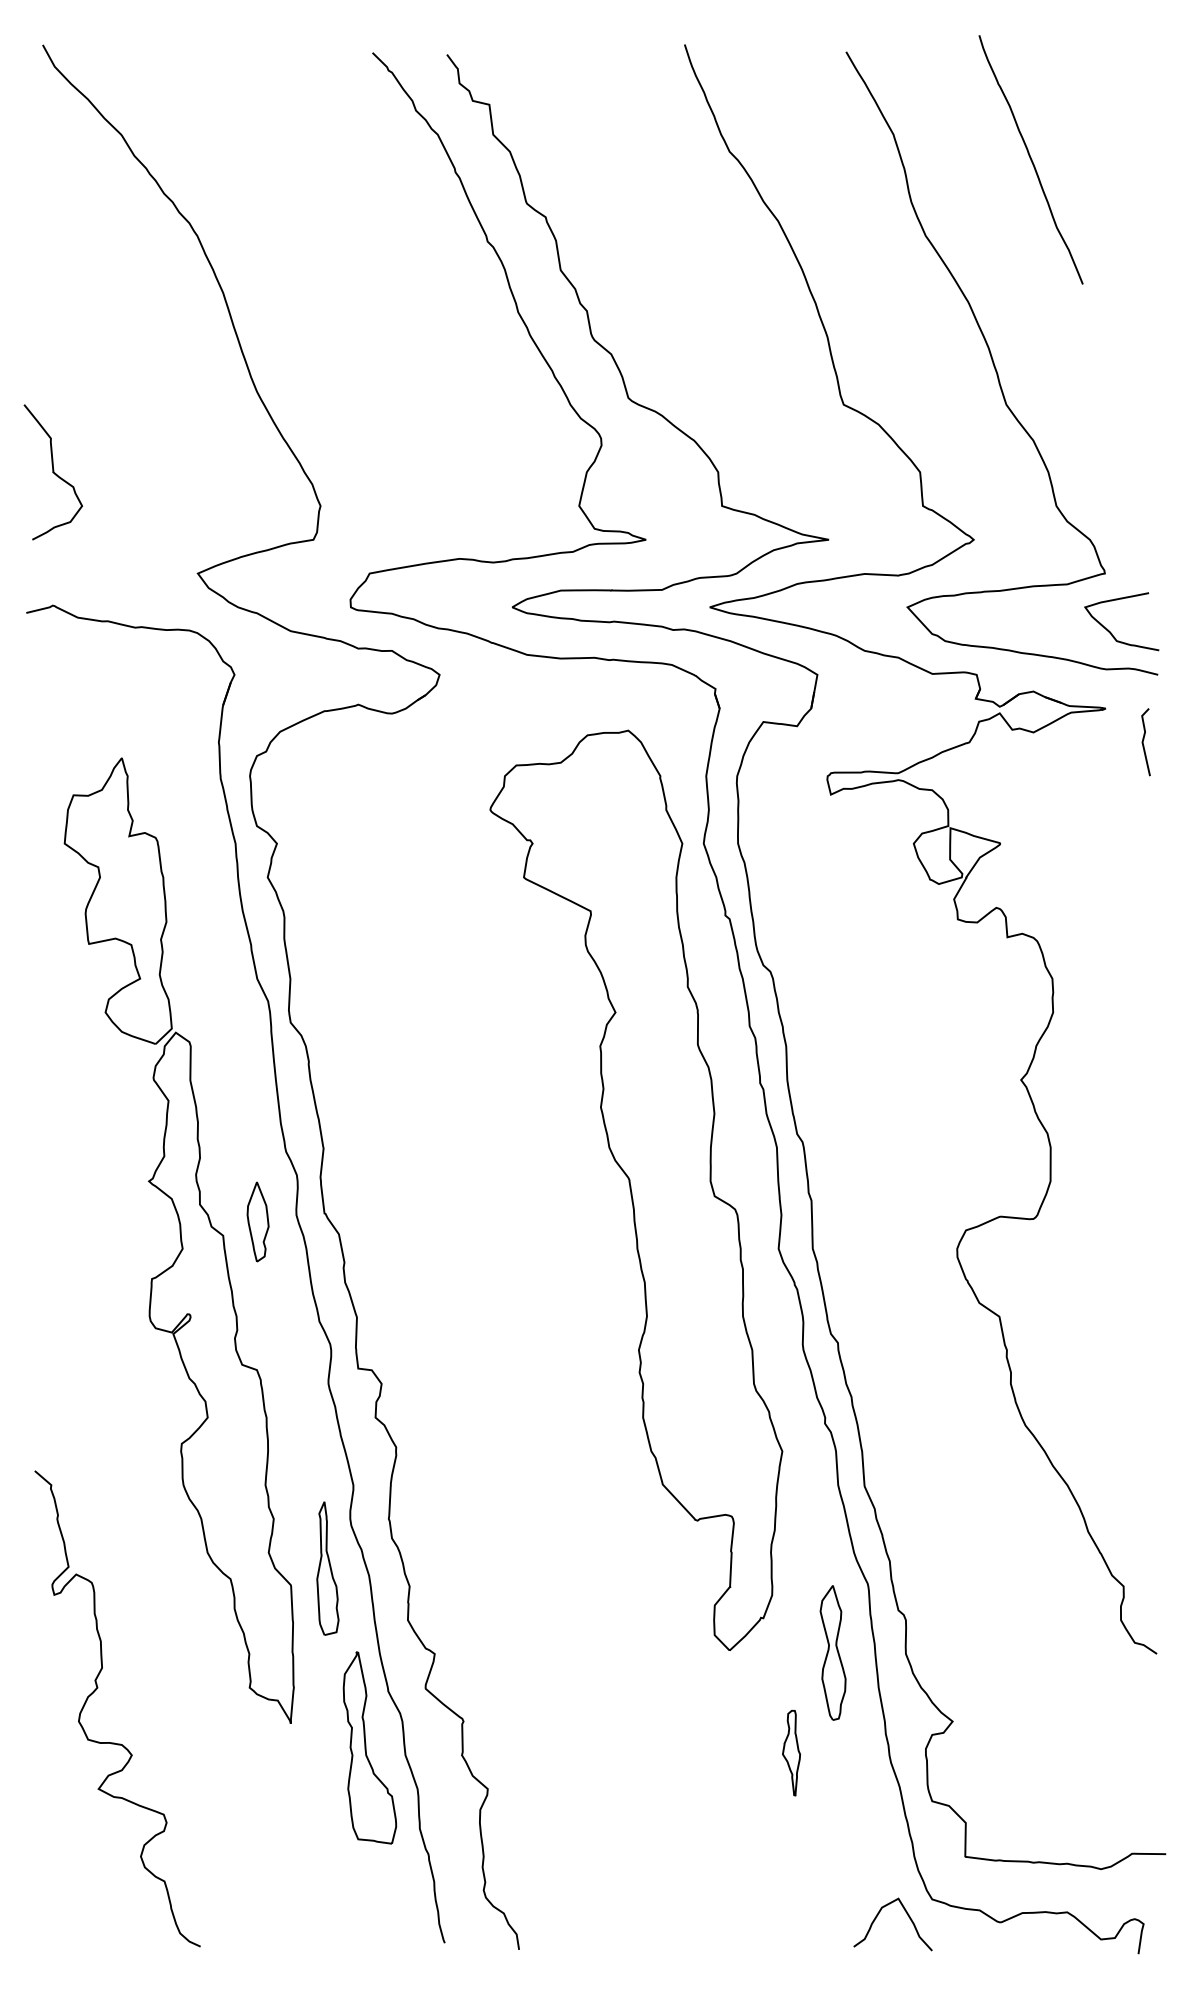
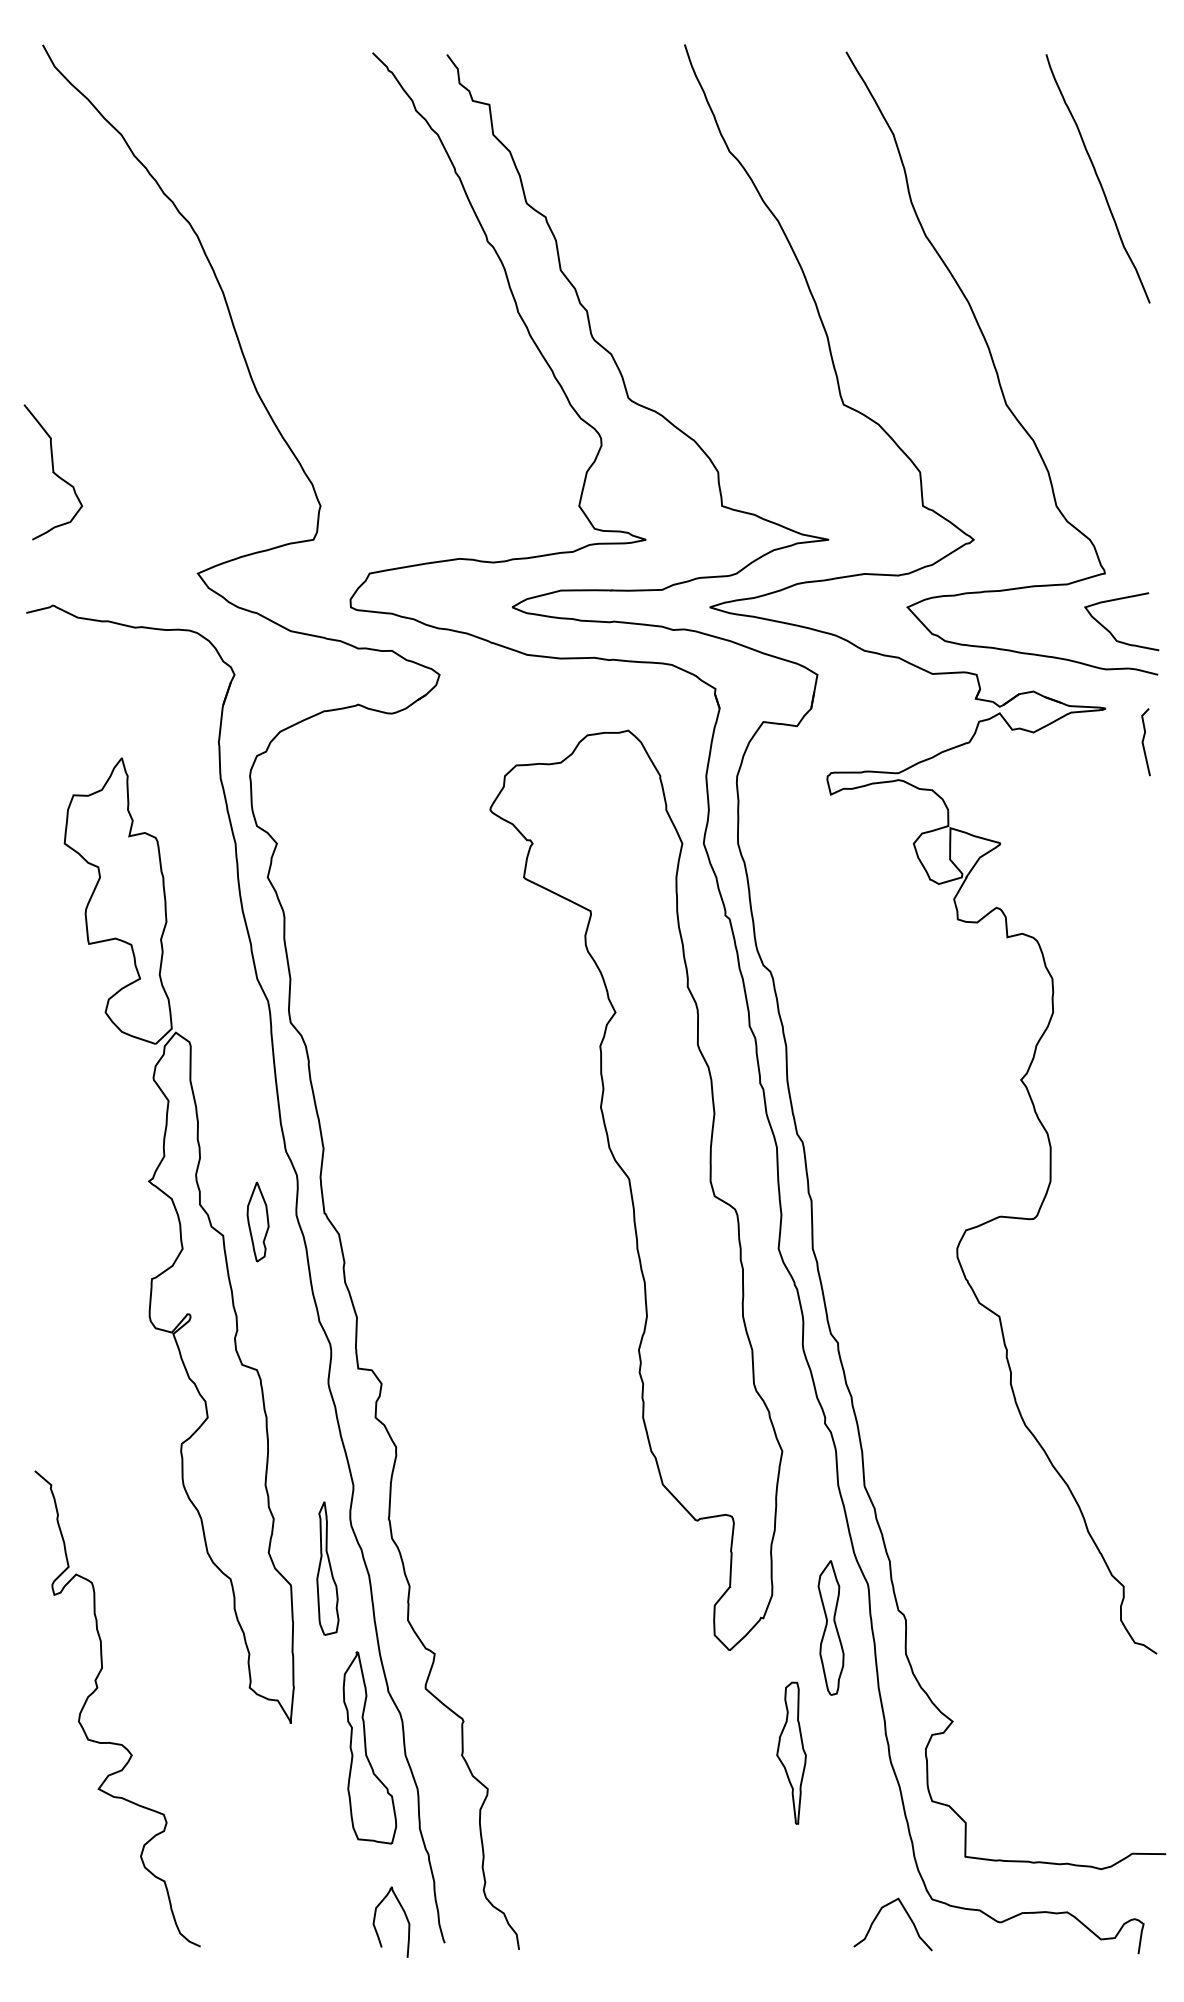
curve at (1030, 159) position: (1030, 159) -> (1097, 178)
part at (832, 1652) position: (832, 1652) -> (830, 1627)
part at (791, 1752) size: 19x88 px -> 31x144 px
curve at (405, 1917): none -> present
